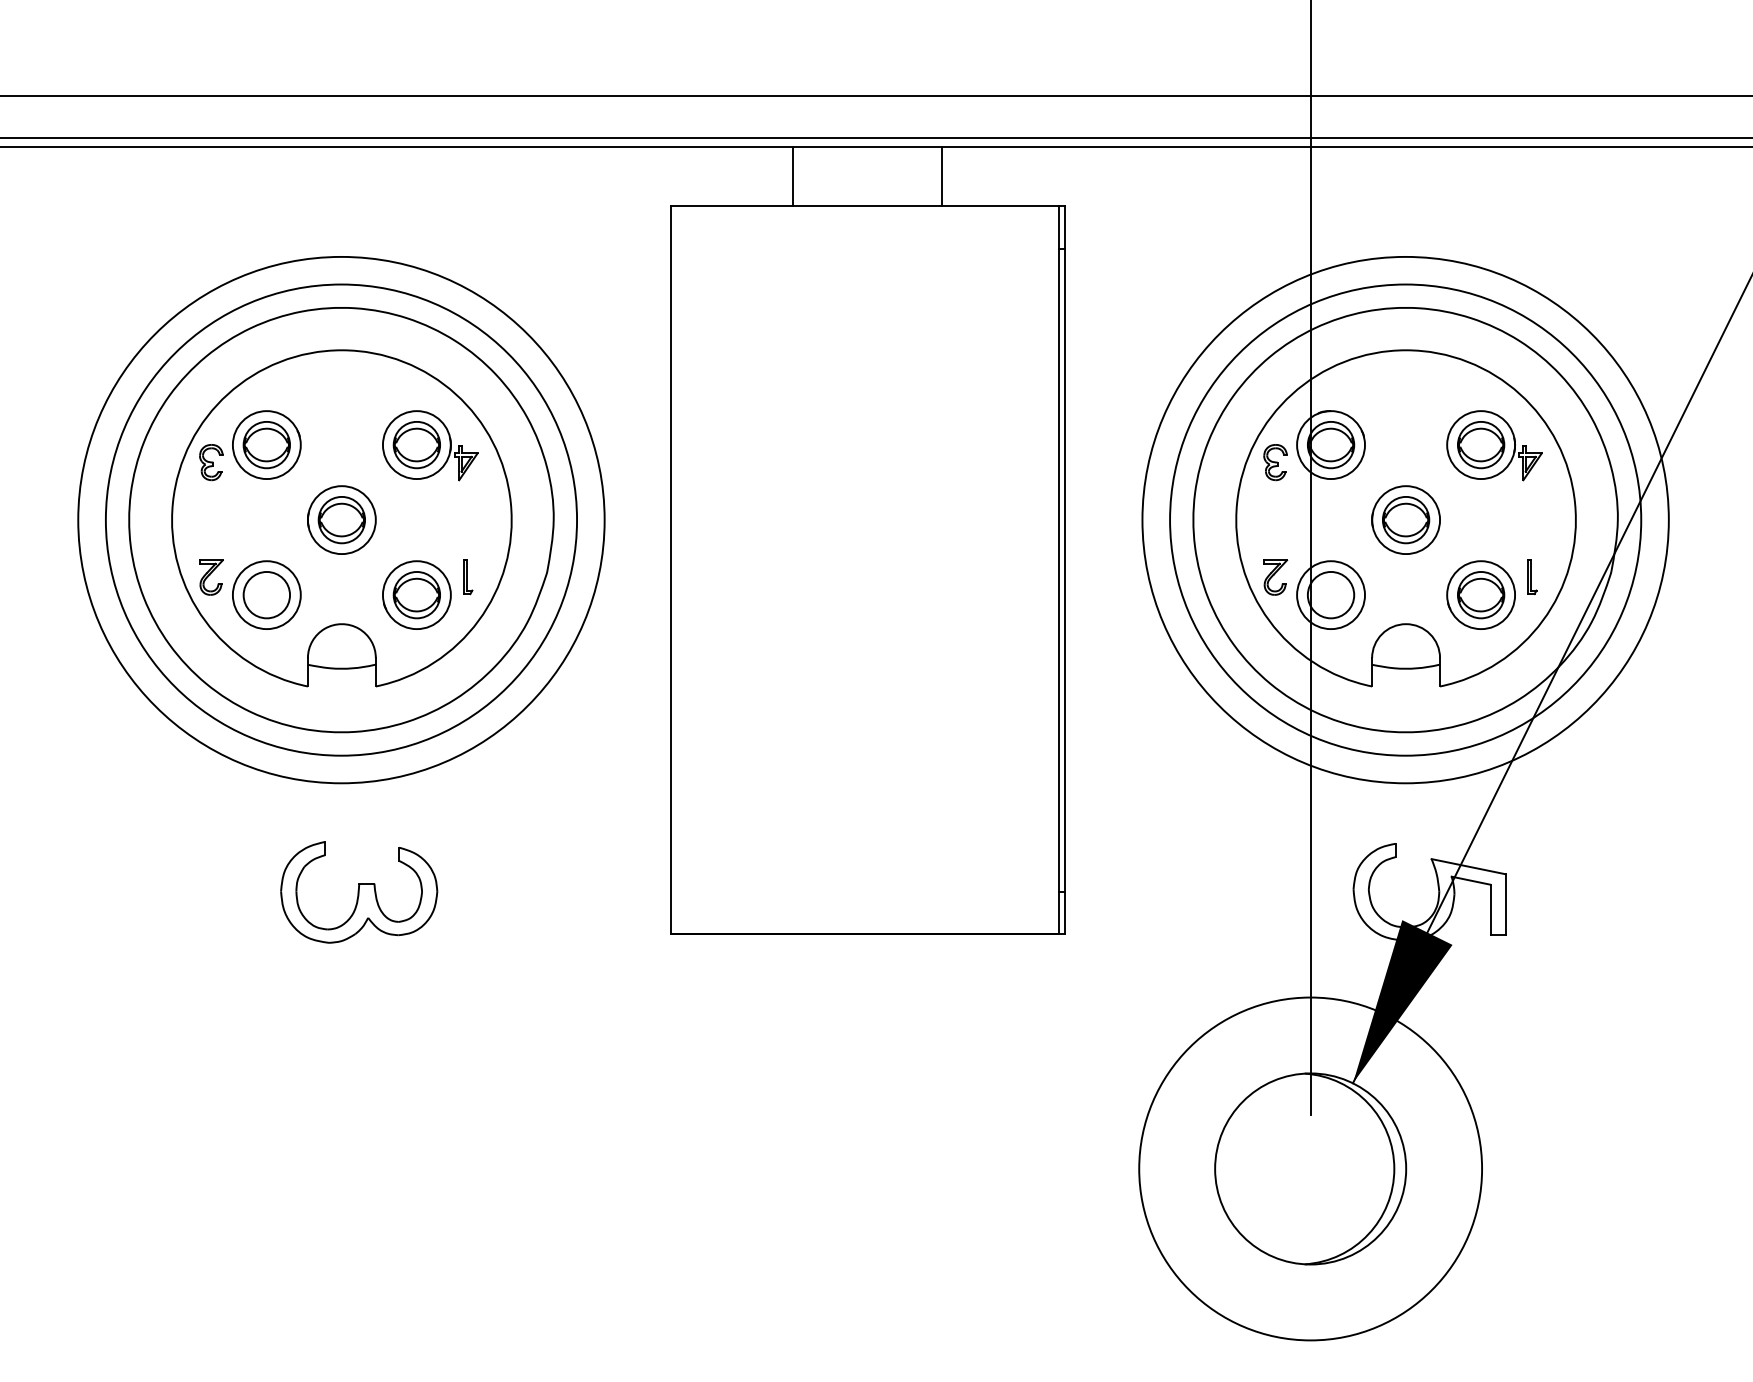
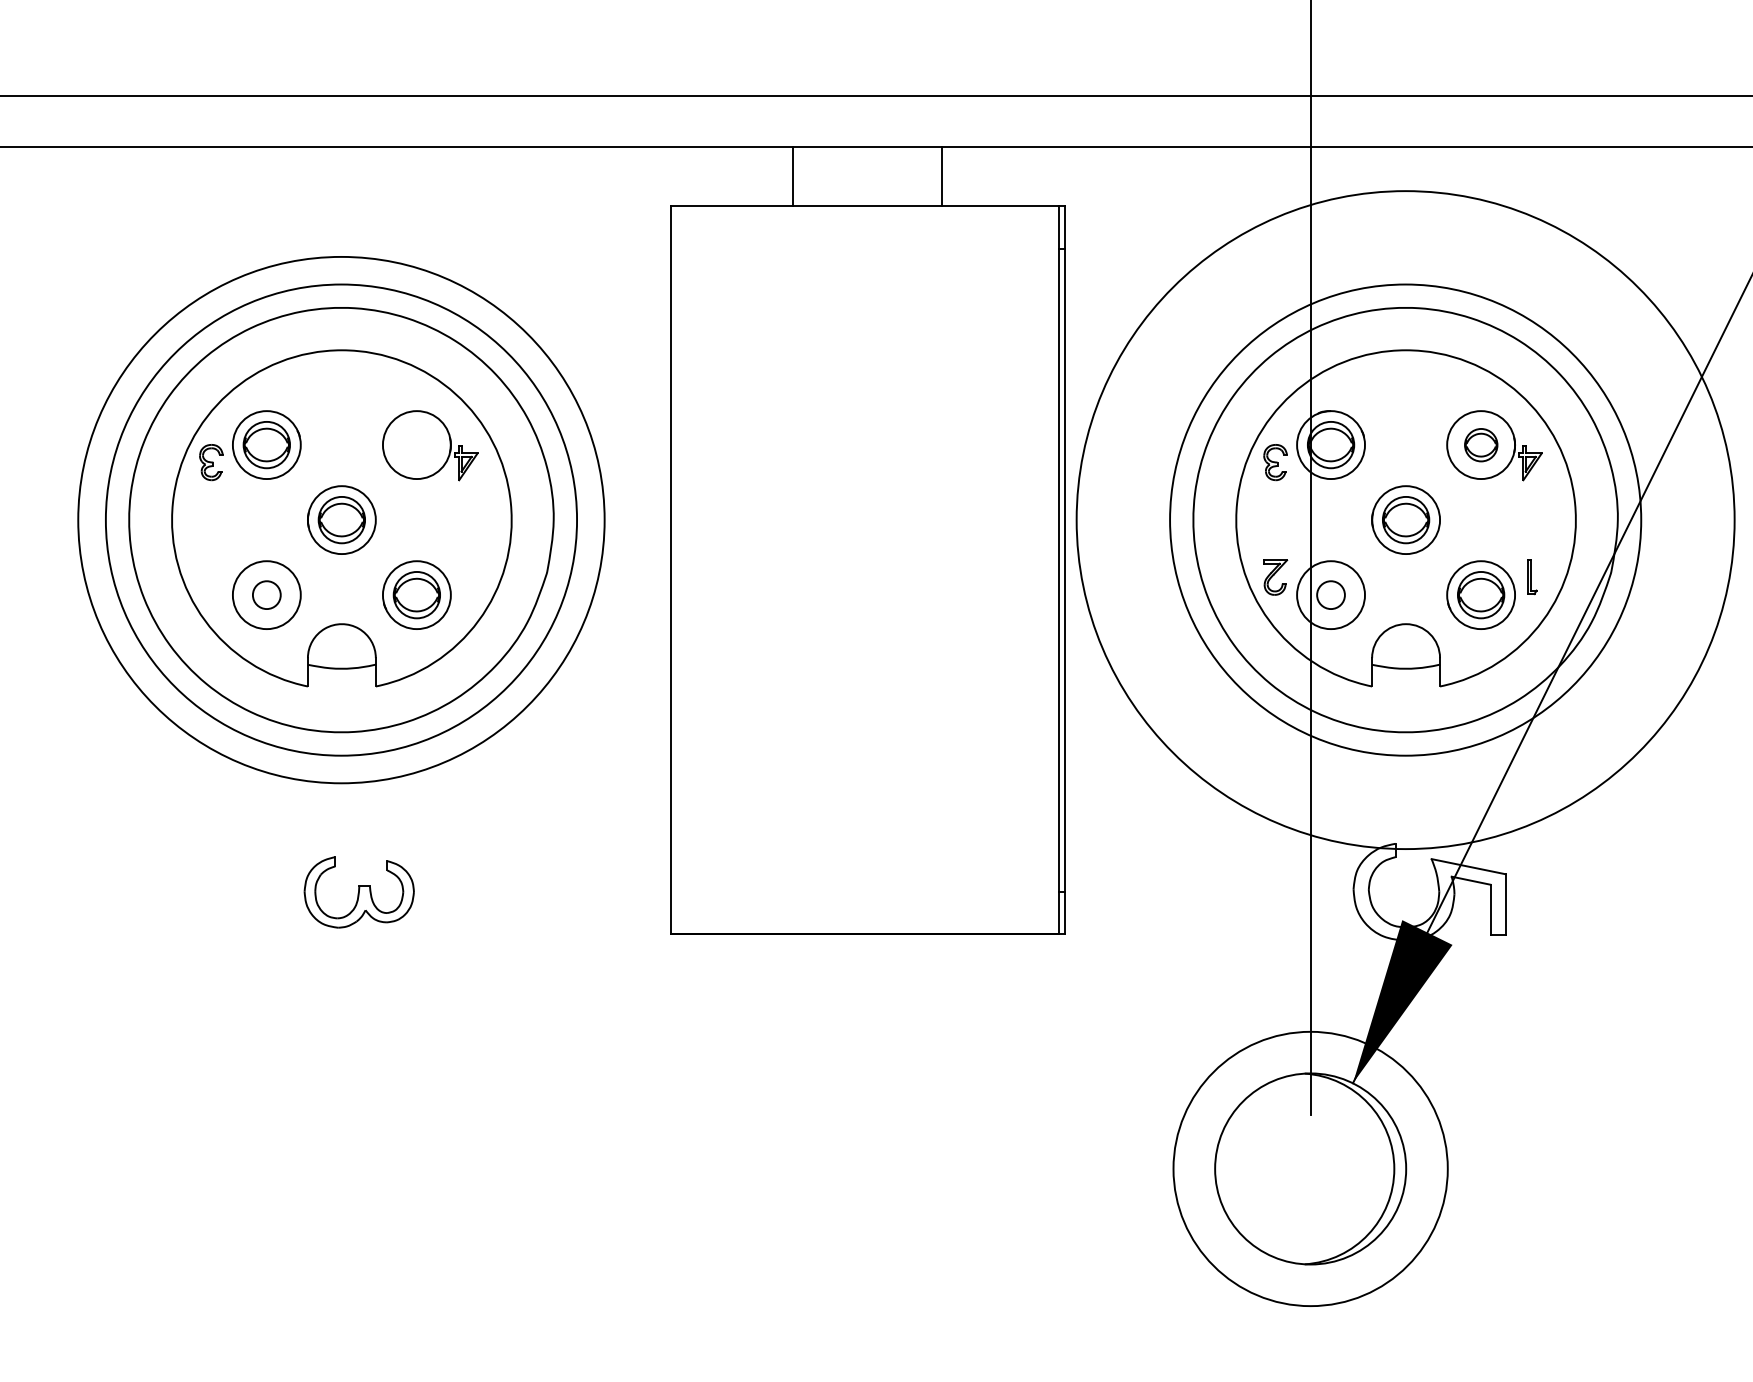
line at (875, 138): present -> none
part at (416, 445): present -> none
part at (1481, 445) size: 49x49 px -> 35x35 px
circle at (1405, 519) diameter: 526 px -> 658 px
part at (211, 577): present -> none
part at (468, 577): present -> none
circle at (266, 594) diameter: 46 px -> 28 px
circle at (1330, 594) diameter: 46 px -> 28 px
part at (359, 892) size: 159x103 px -> 112x73 px
circle at (1310, 1168) diameter: 343 px -> 274 px
